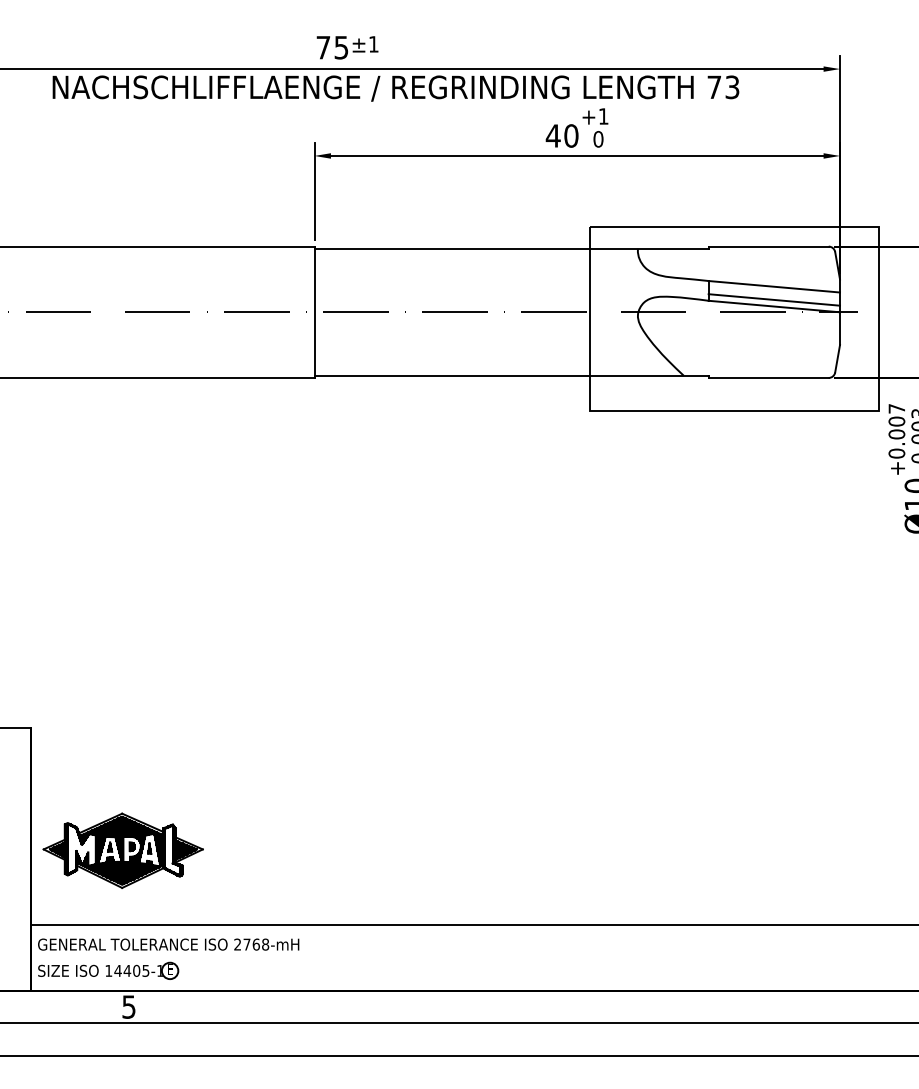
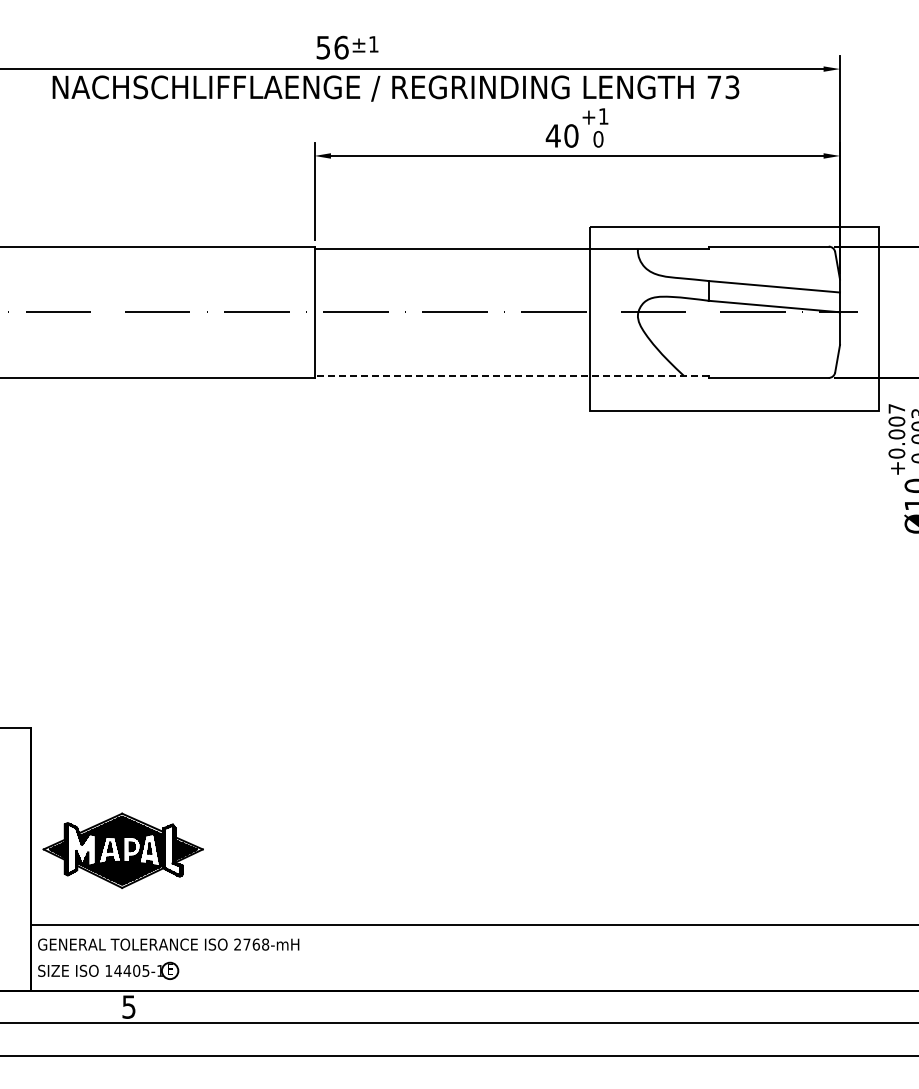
text at (332, 47): 75 -> 56
line at (774, 299): present -> none
line at (511, 375): solid -> dashed
